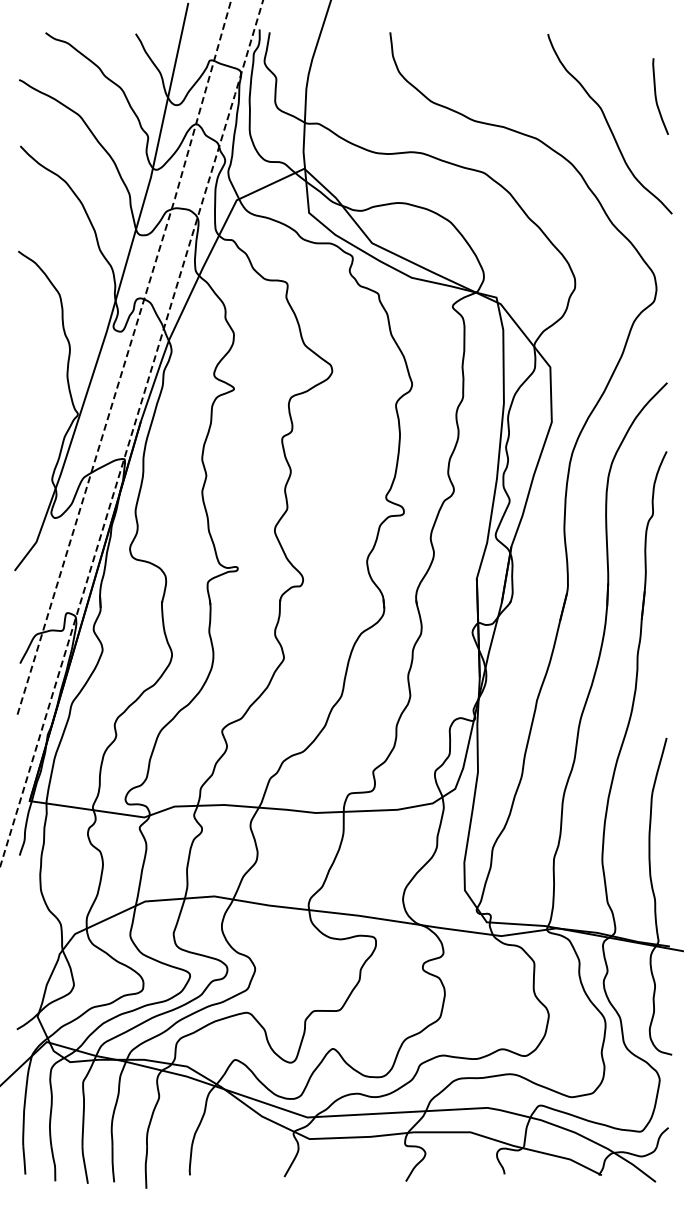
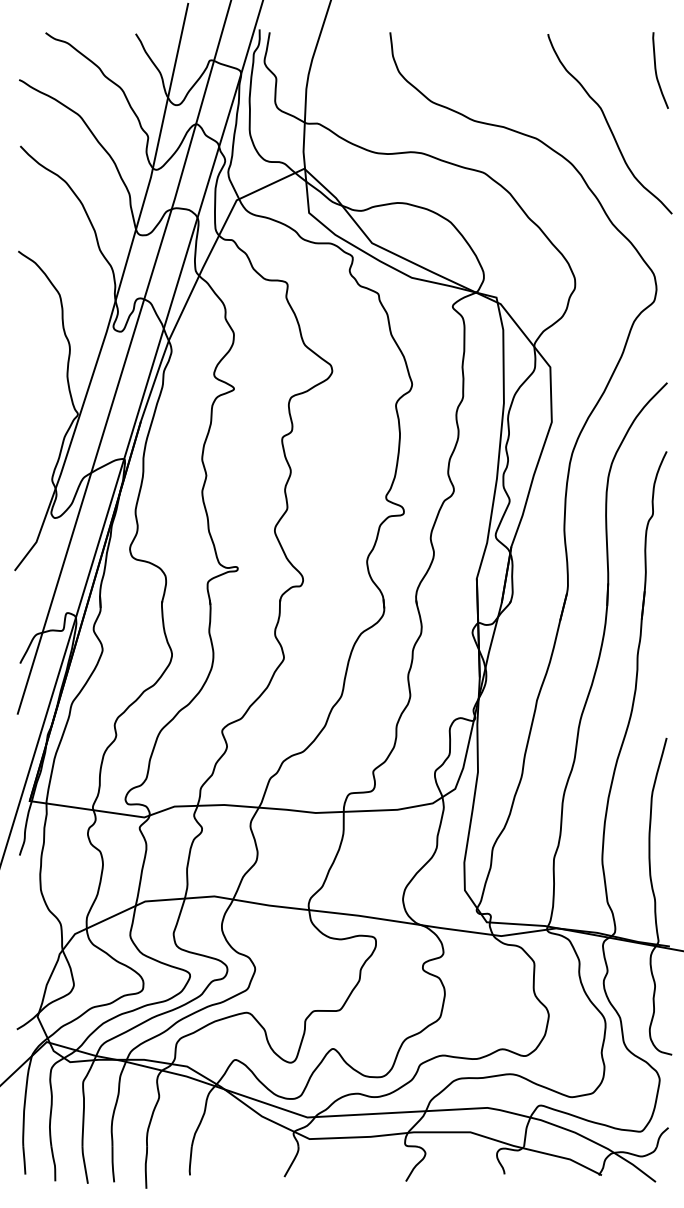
curve at (656, 96) position: (656, 96) -> (656, 70)
line at (126, 357): dashed -> solid
line at (132, 433): dashed -> solid
